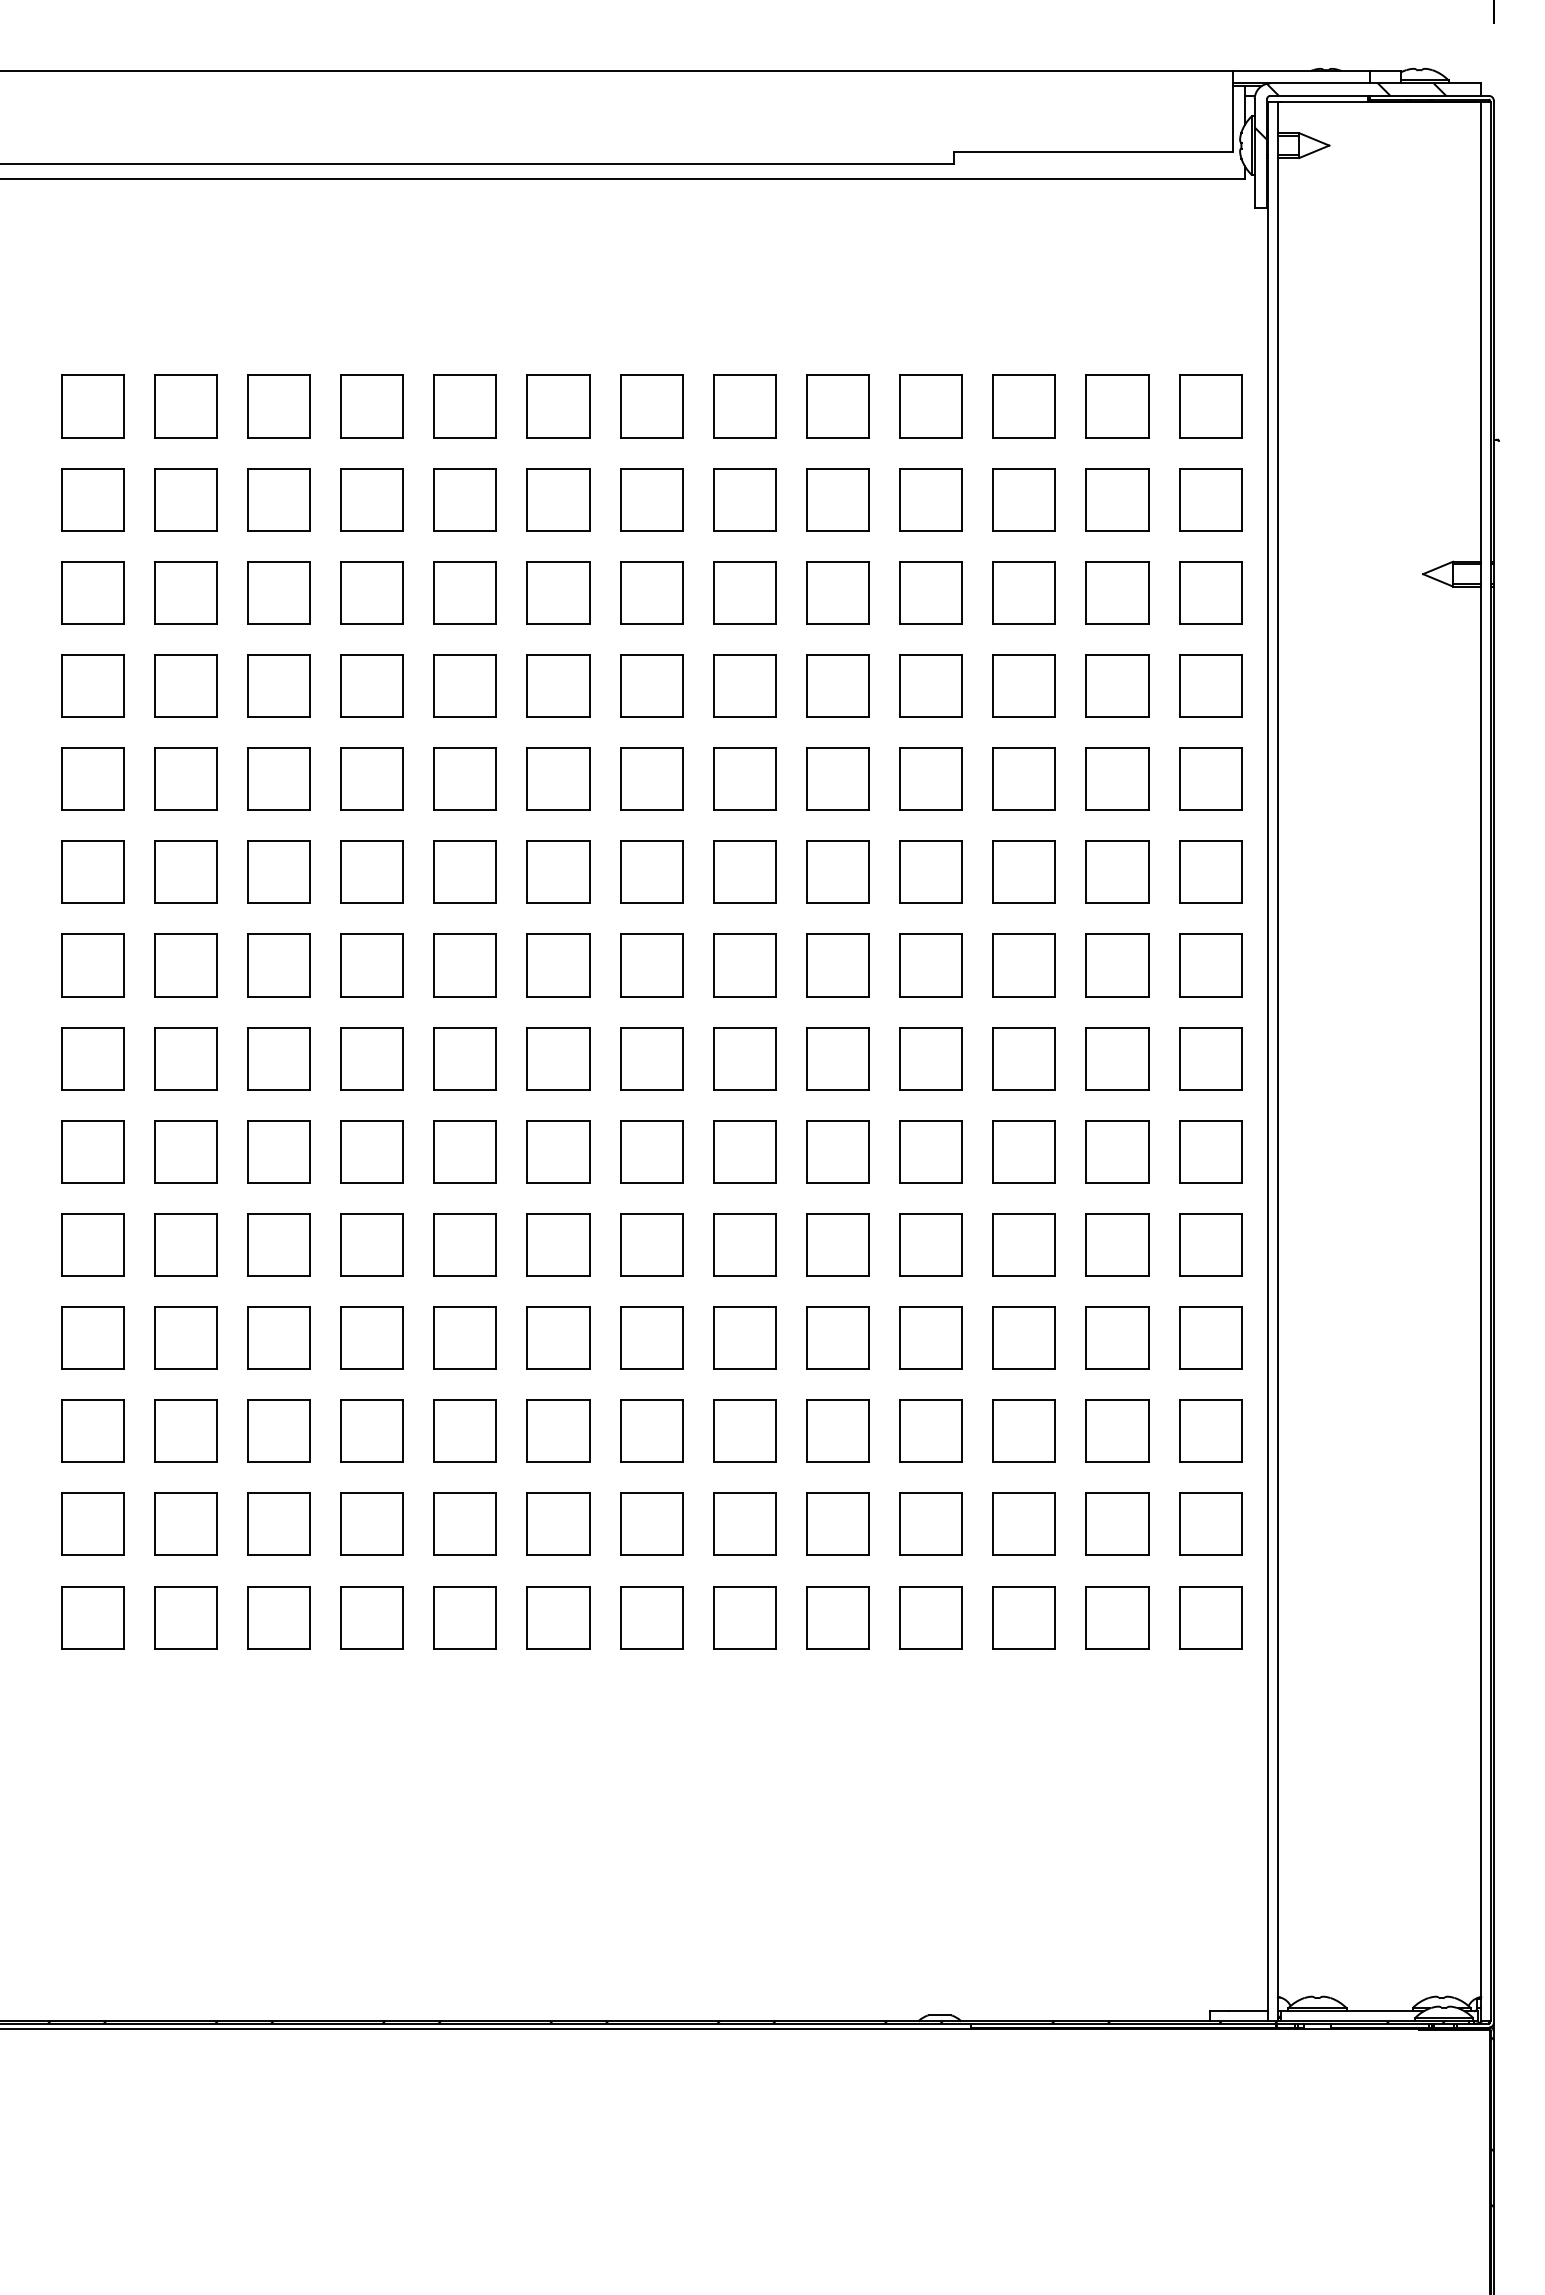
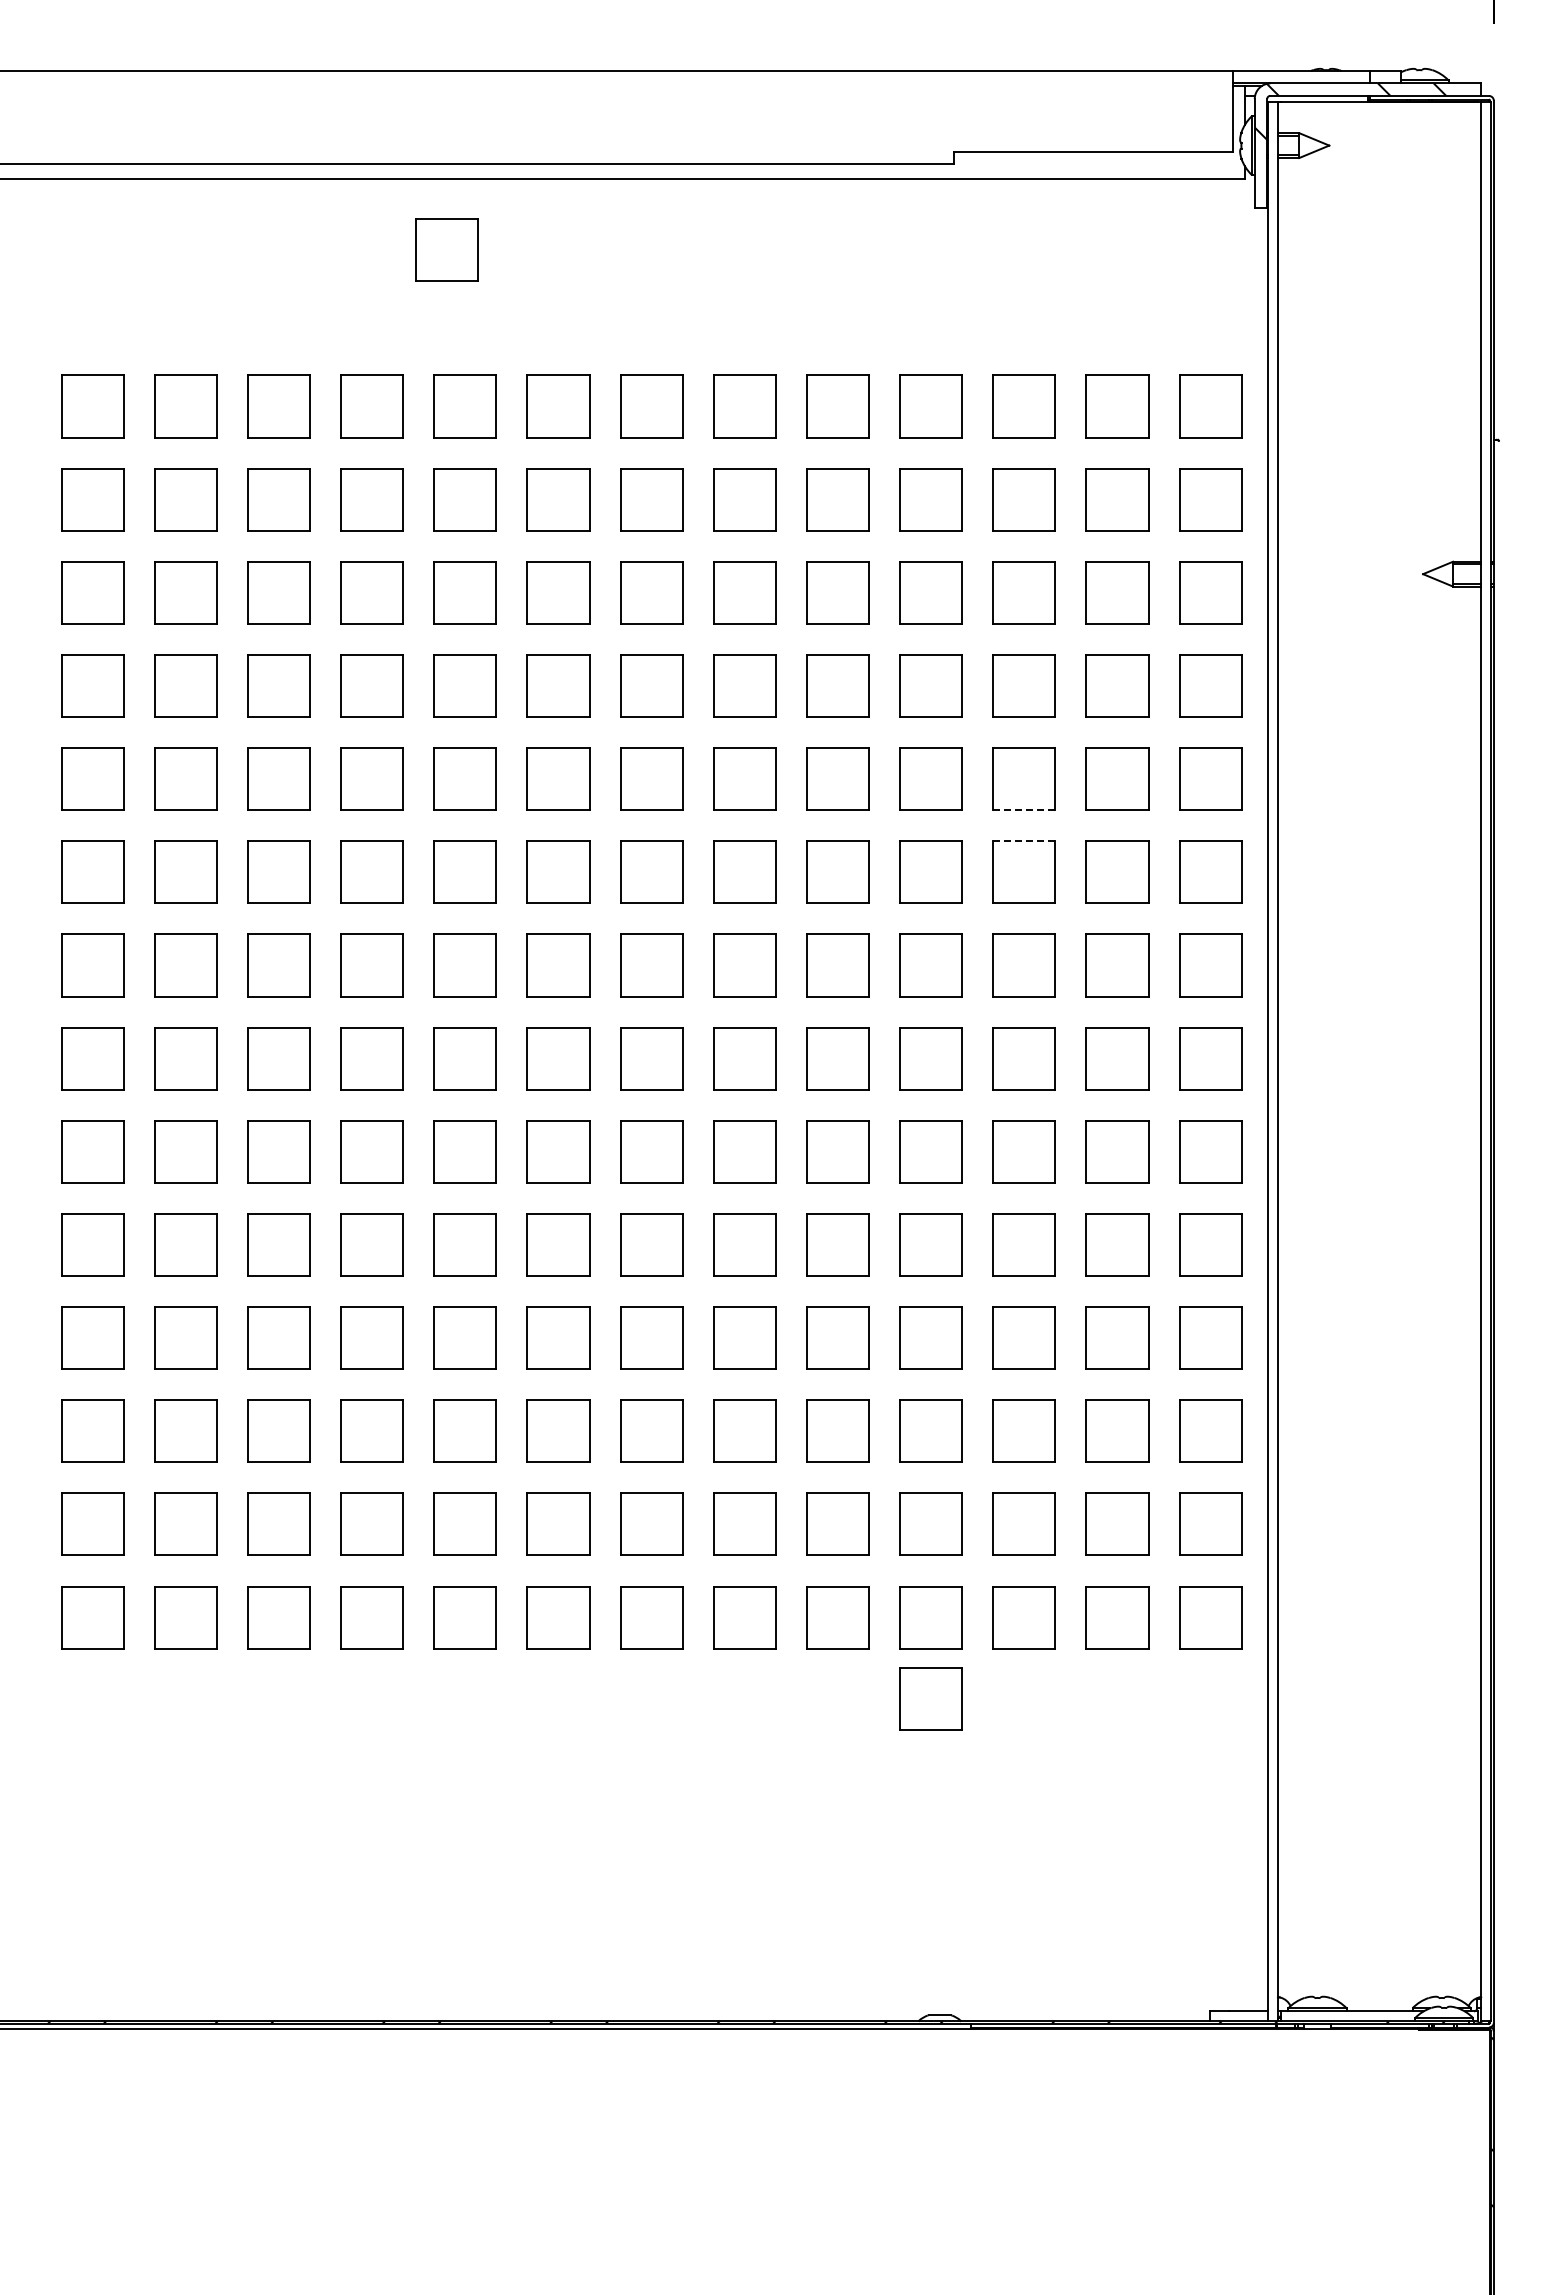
part at (446, 249): none -> present
line at (1024, 810): solid -> dashed
line at (1023, 841): solid -> dashed
part at (930, 1698): none -> present
